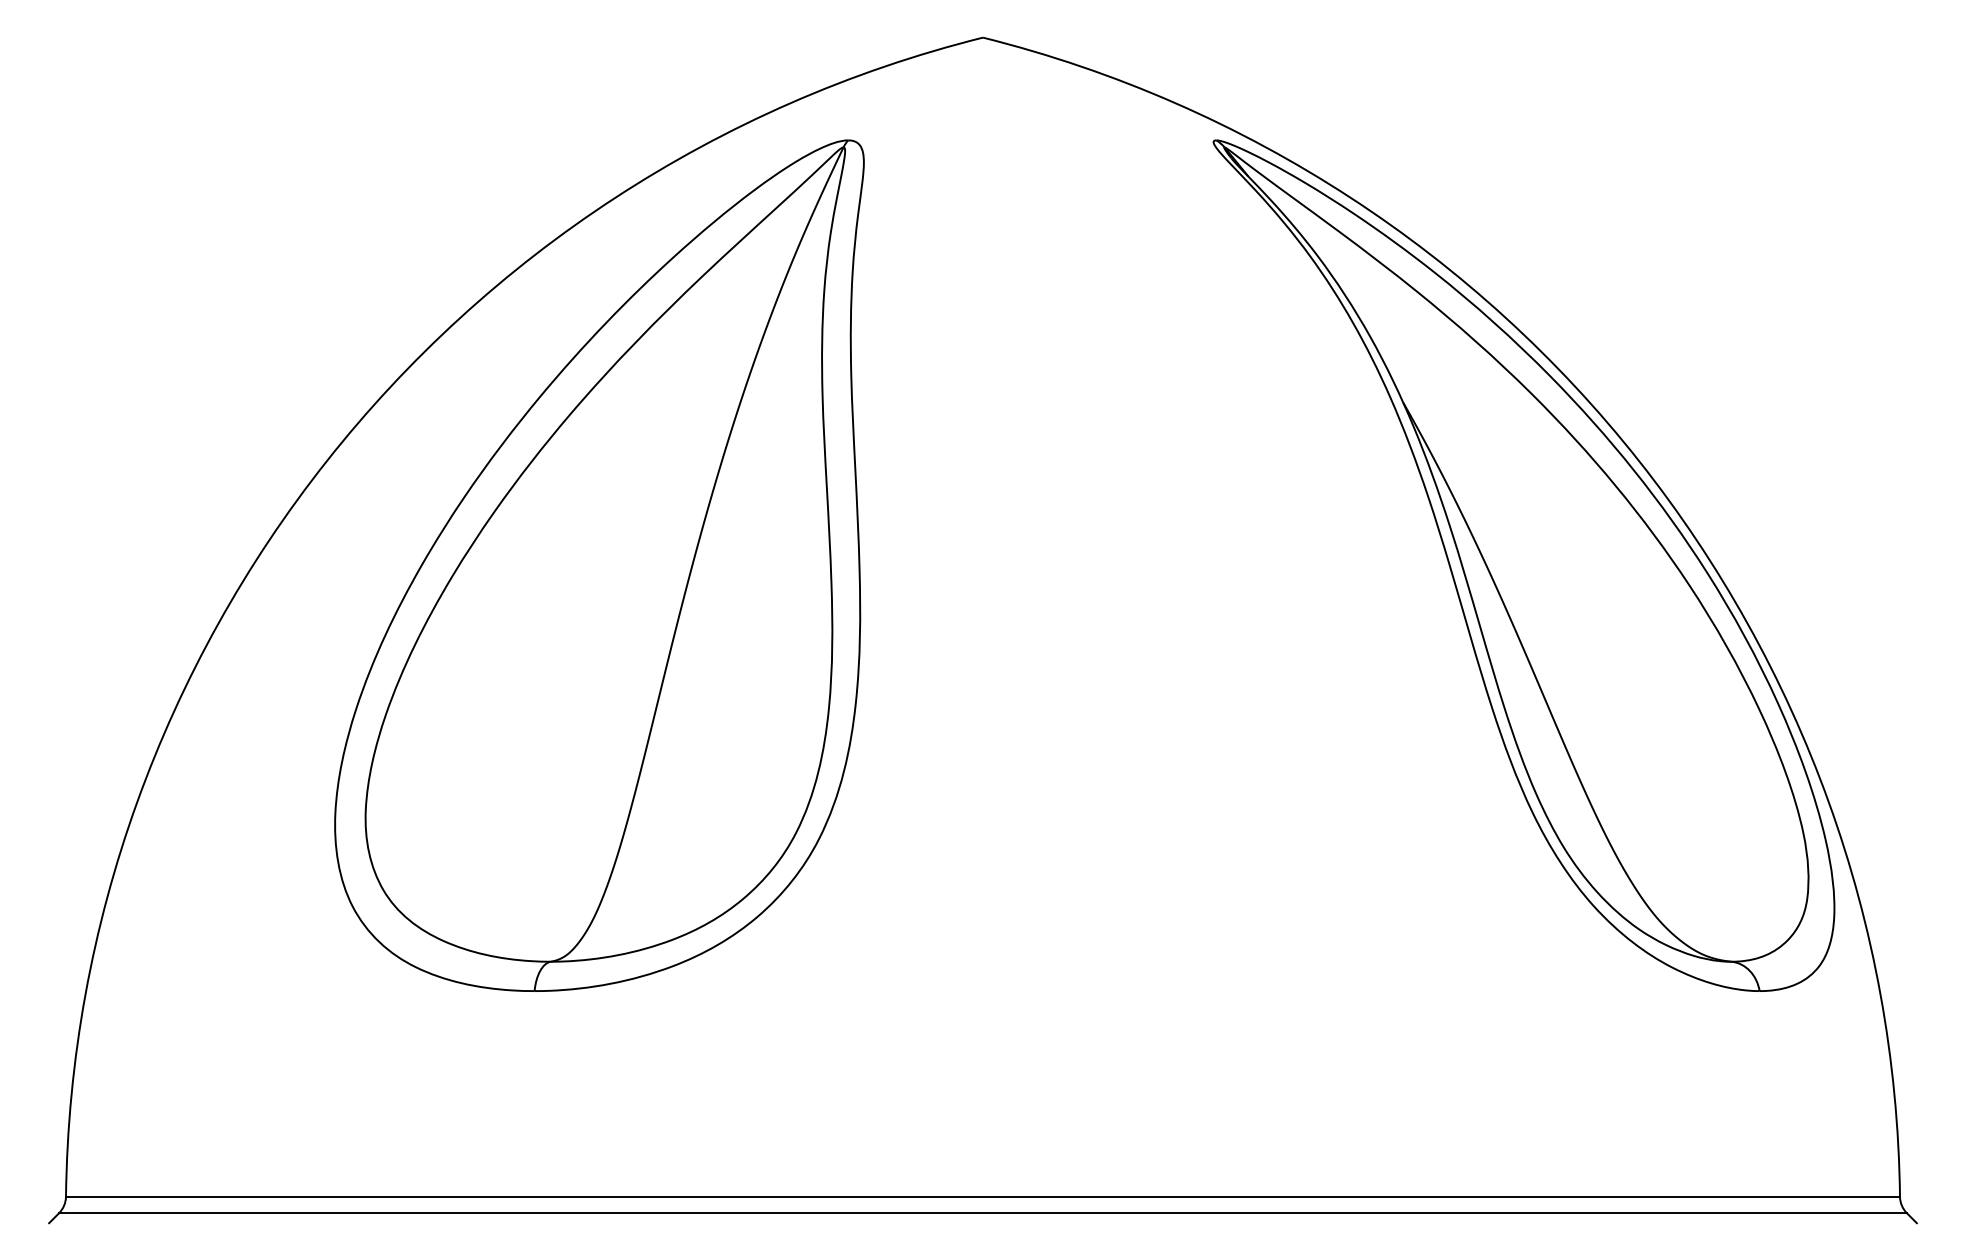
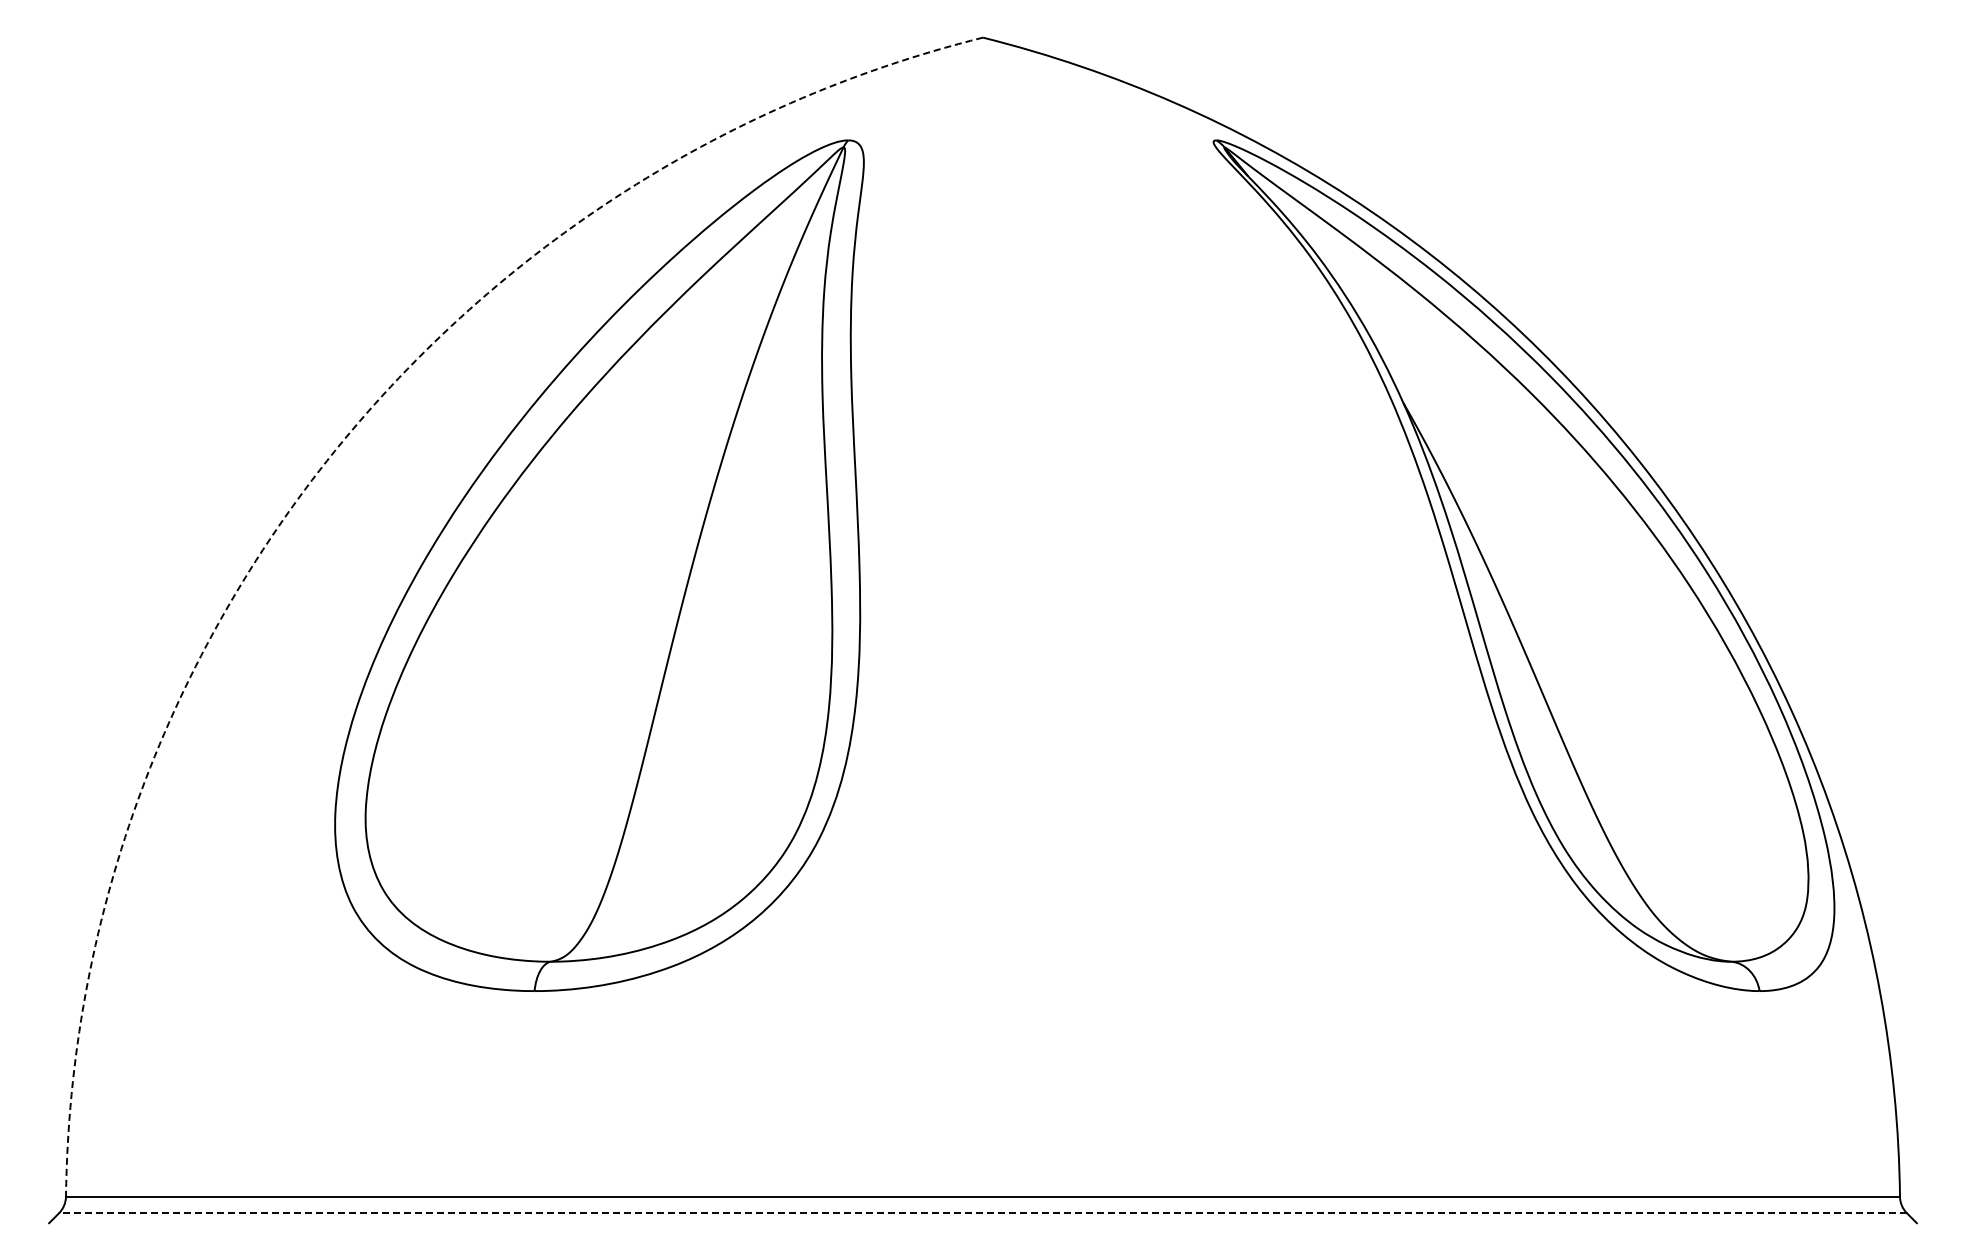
arc at (327, 460): solid -> dashed
line at (982, 1213): solid -> dashed
